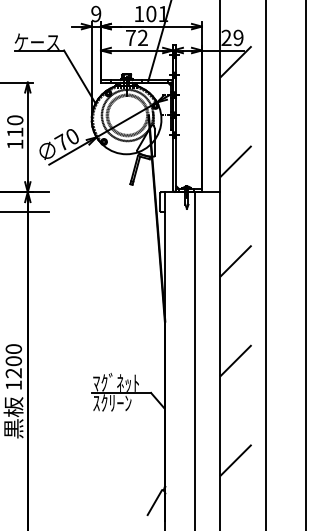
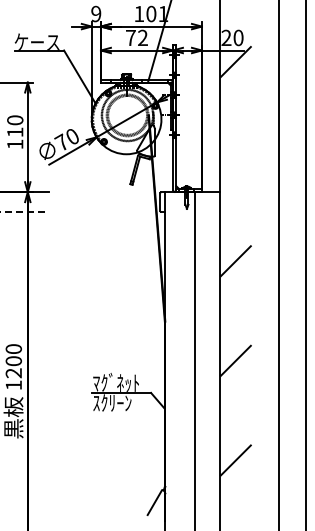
text at (238, 37): 29 -> 20
line at (235, 161): present -> none
line at (24, 212): solid -> dashed
line at (265, 264) position: (265, 264) -> (278, 264)
